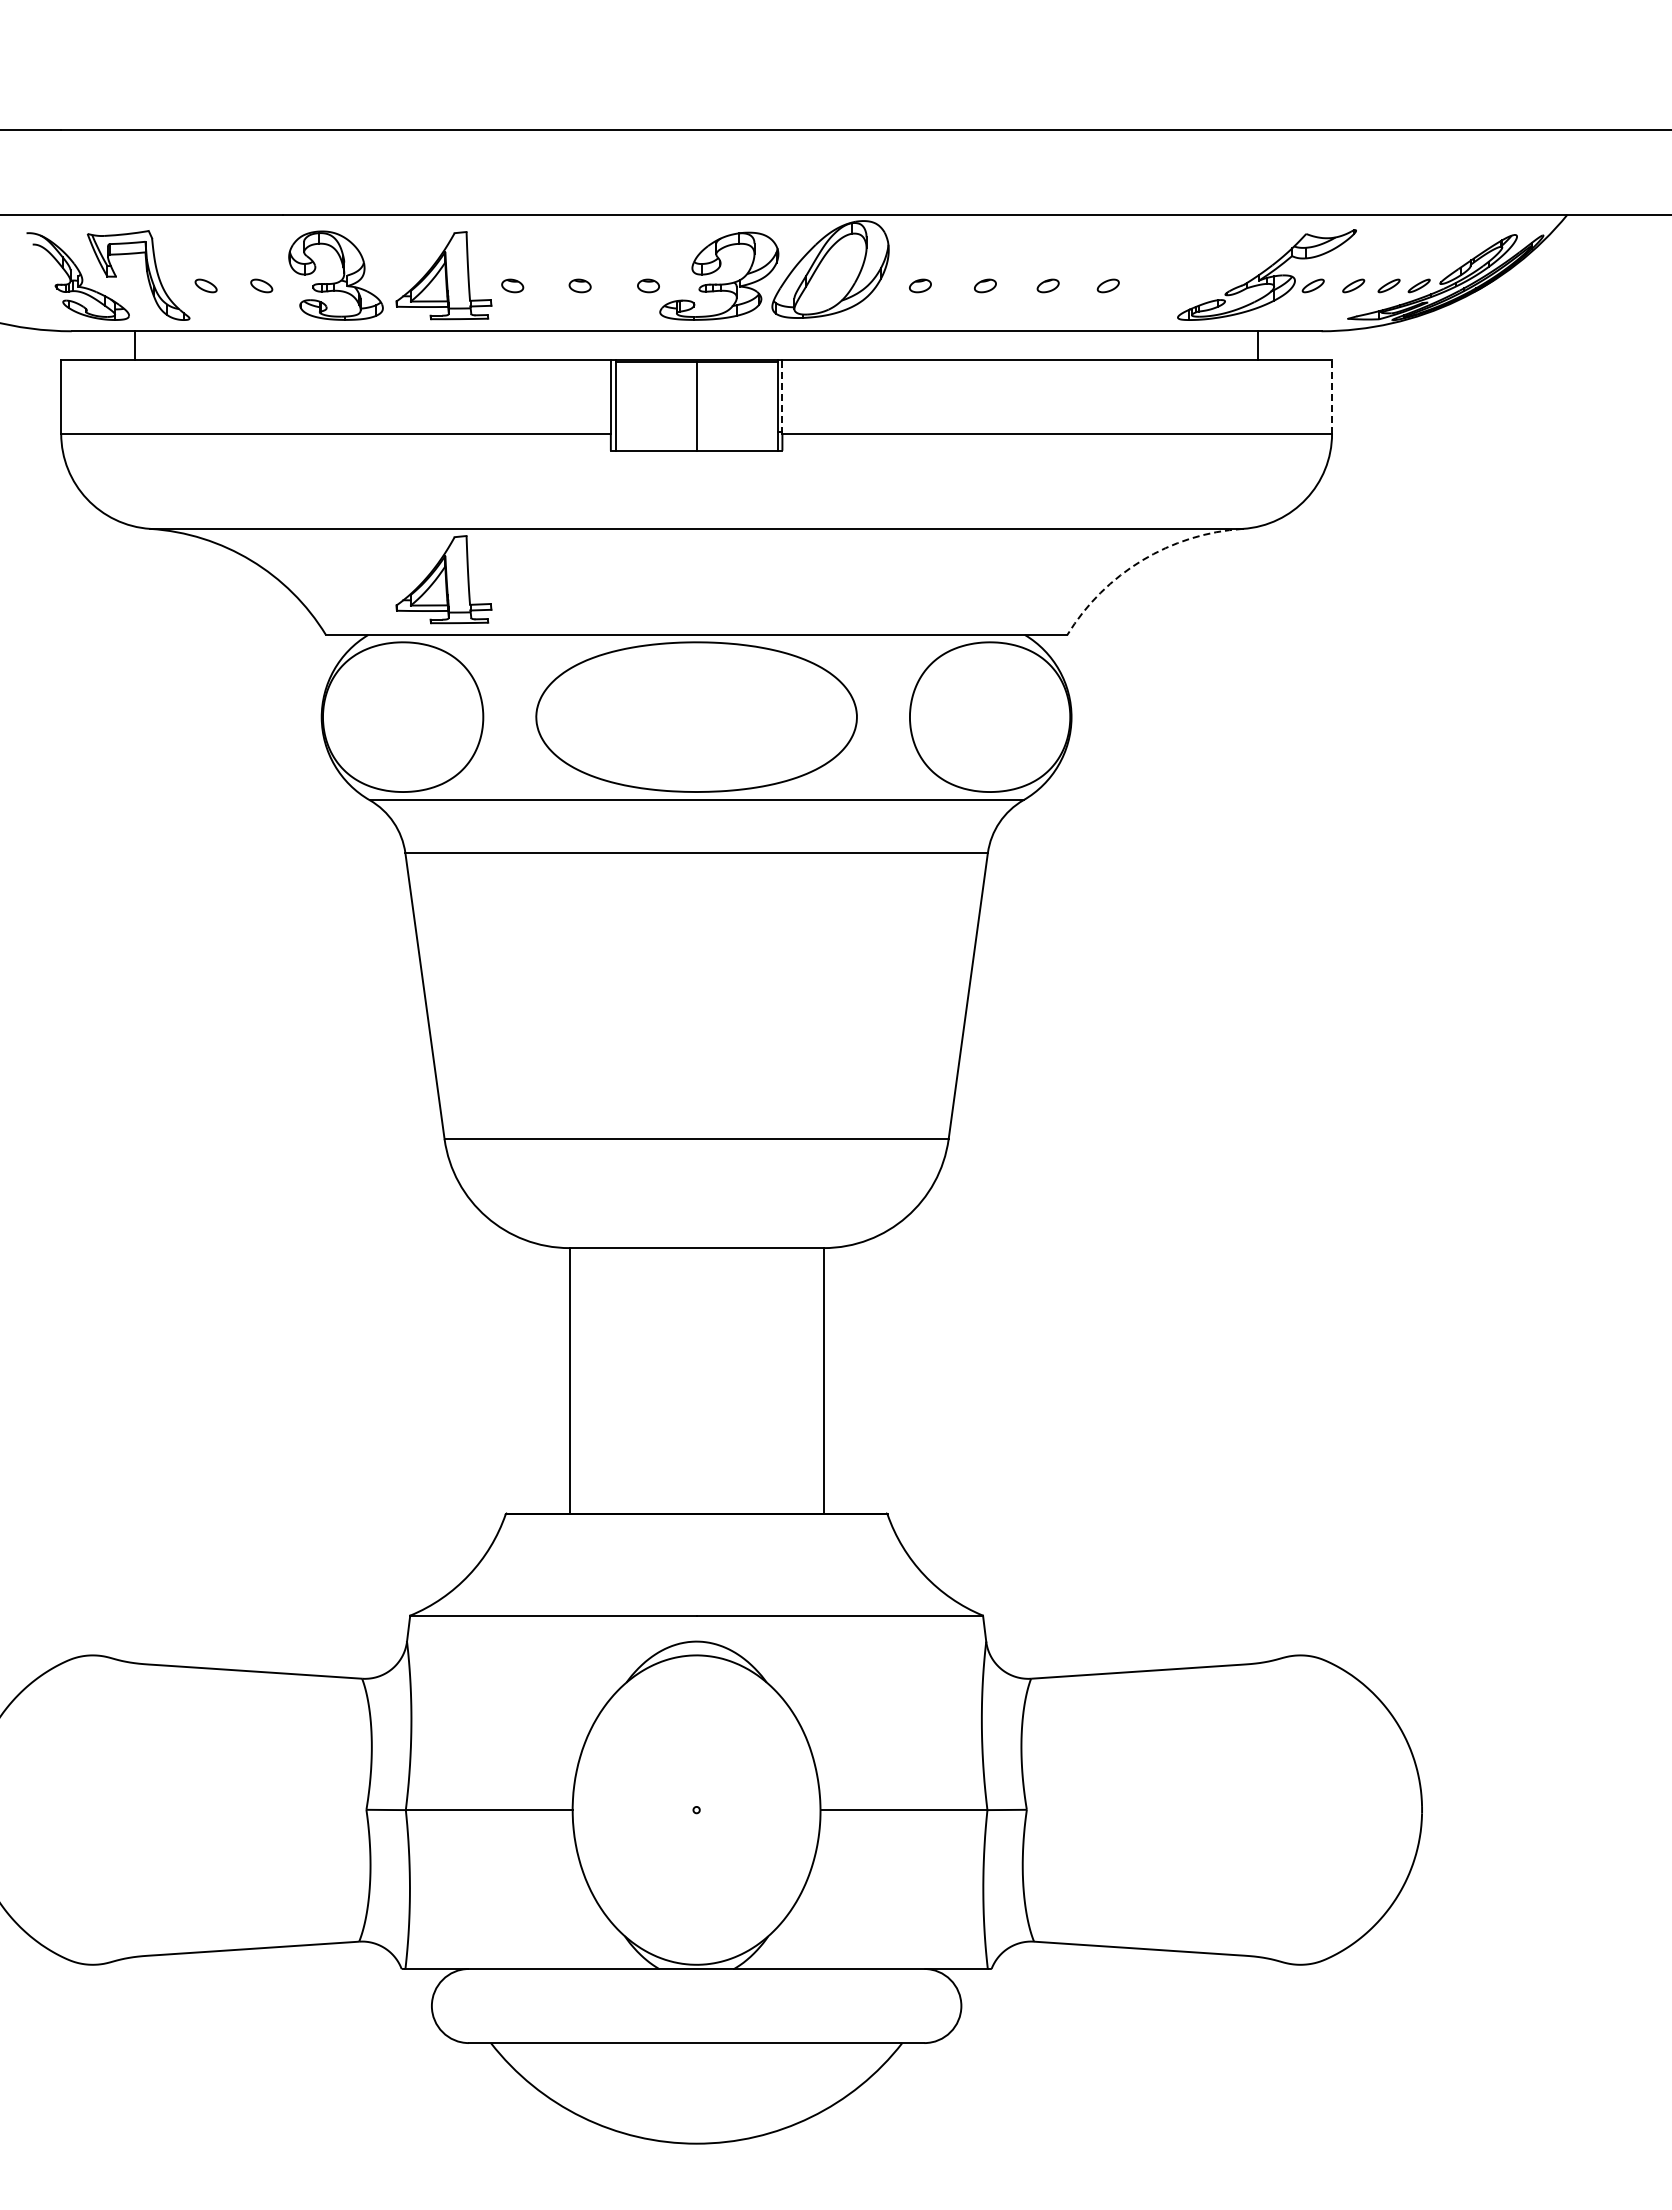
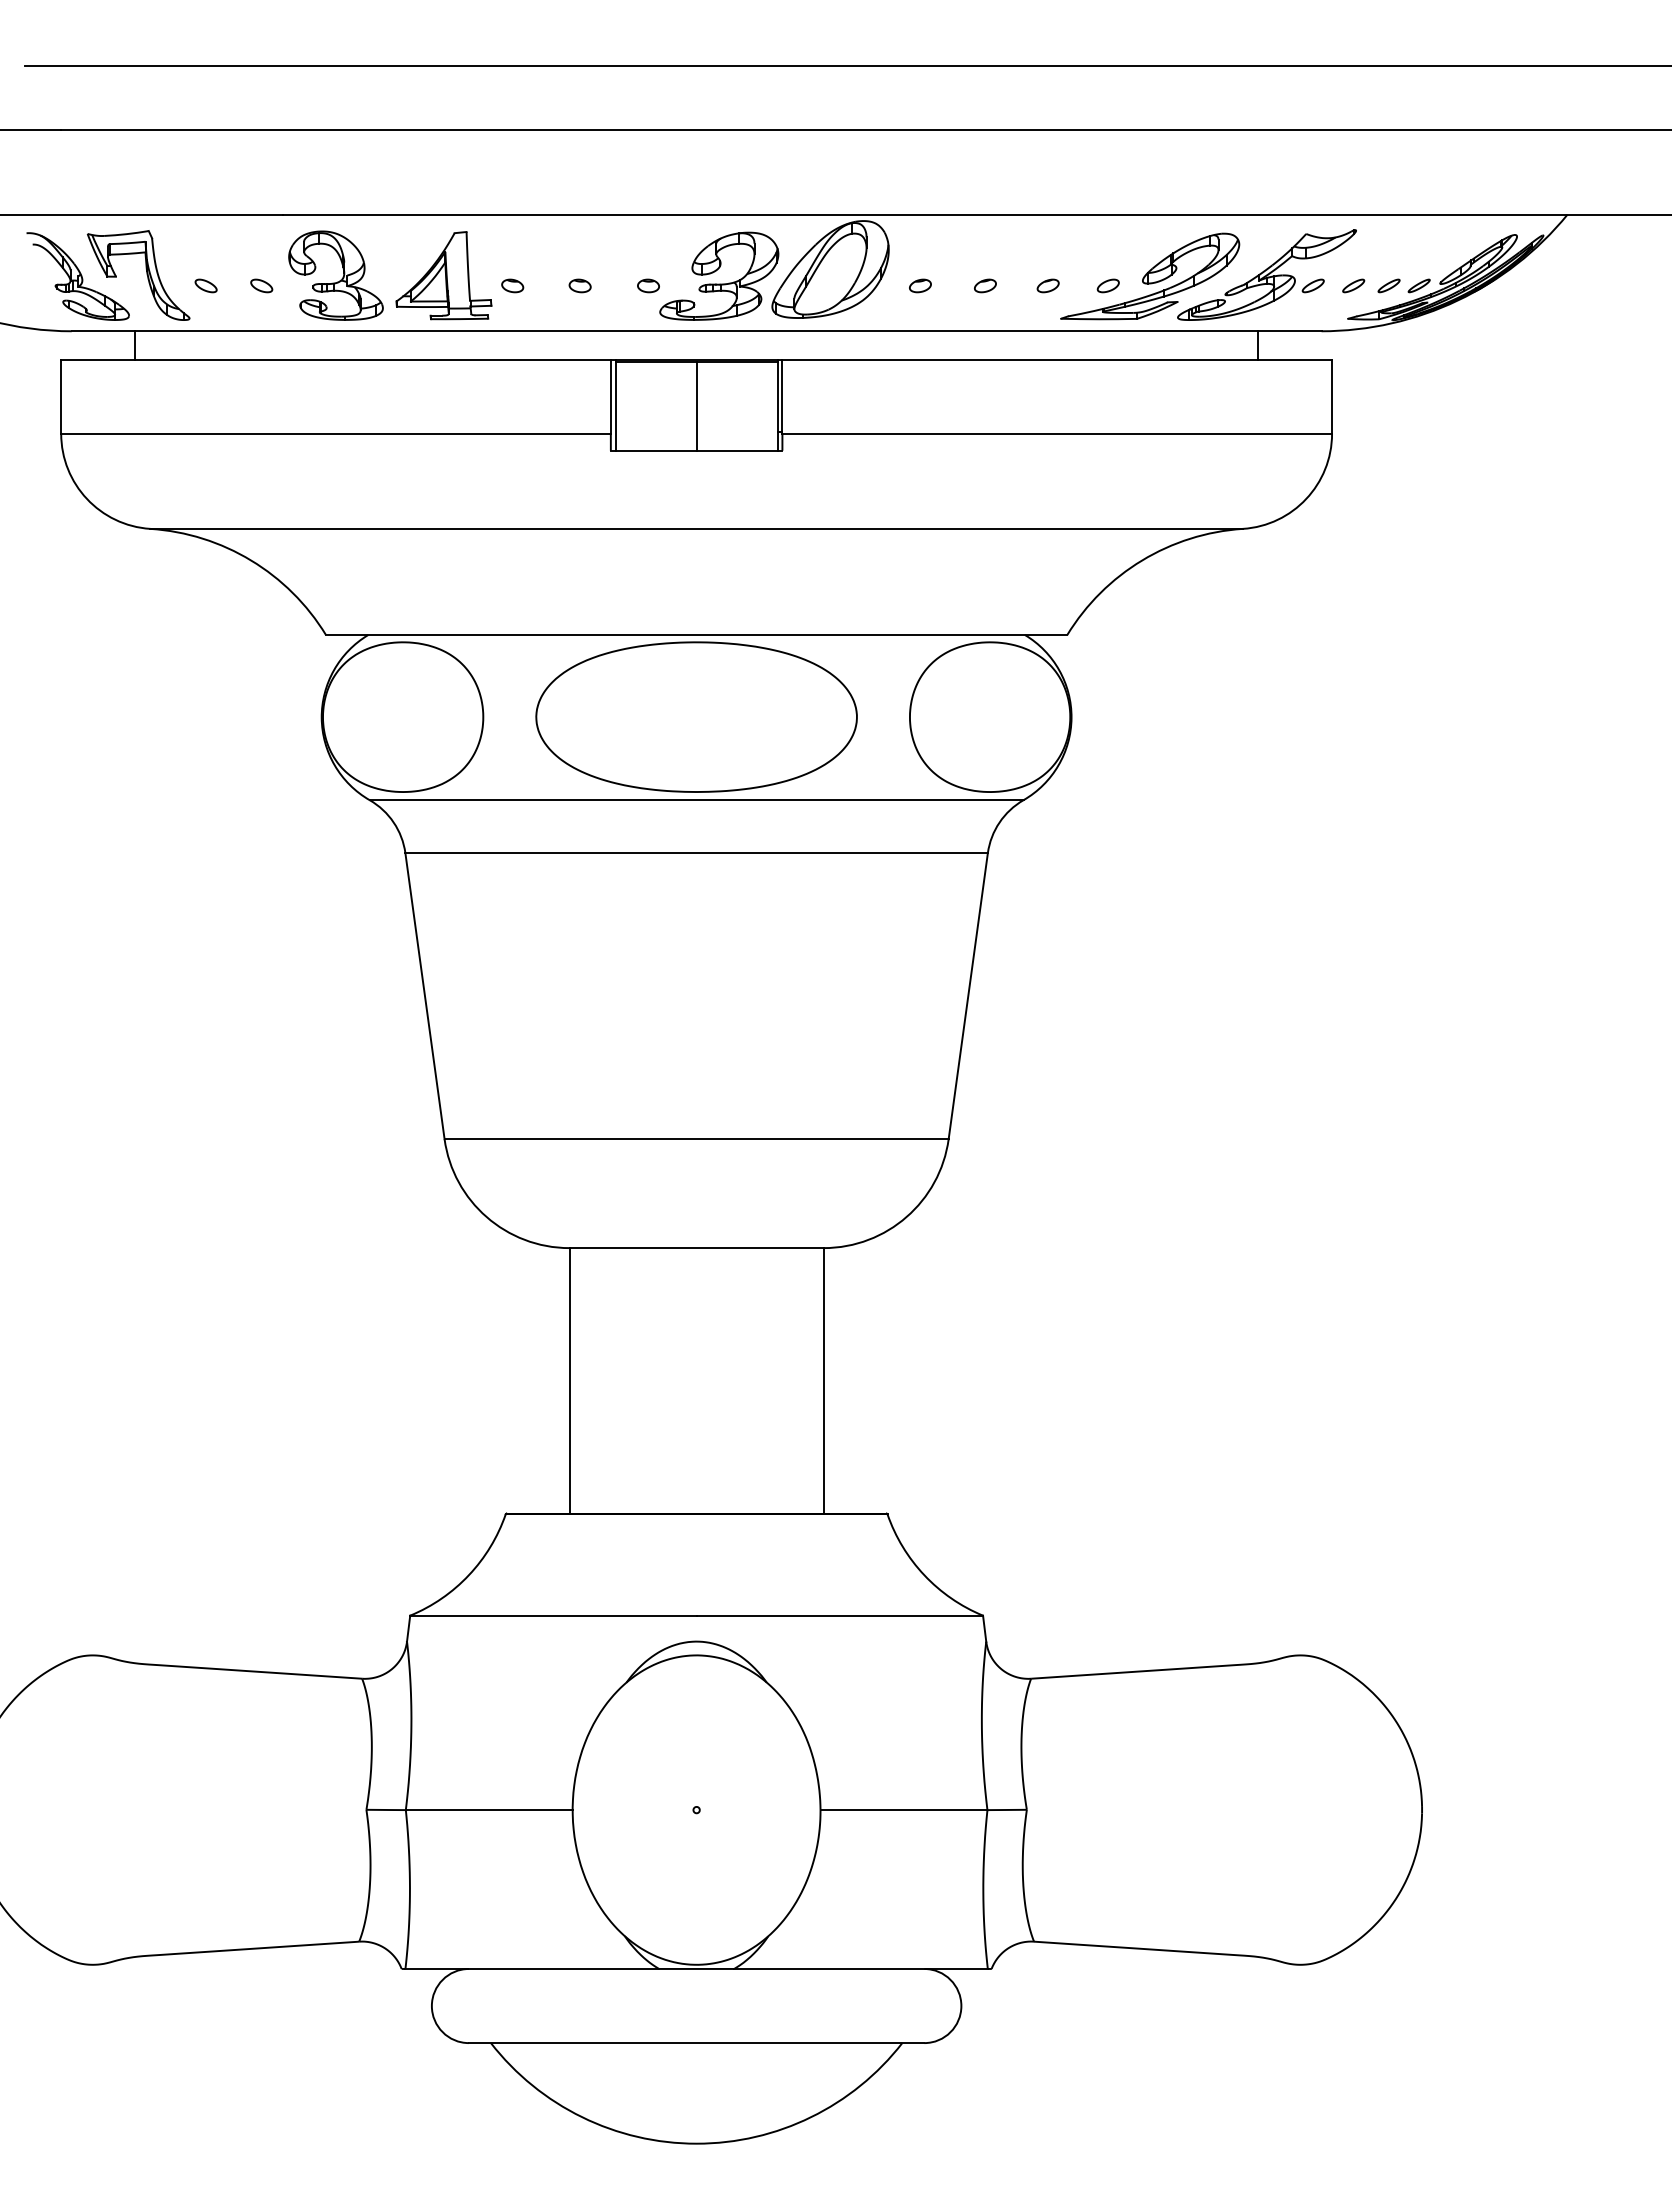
line at (846, 66): none -> present
part at (1150, 276): none -> present
line at (782, 396): dashed -> solid
line at (1332, 396): dashed -> solid
arc at (1142, 560): dashed -> solid
part at (443, 579): present -> none
